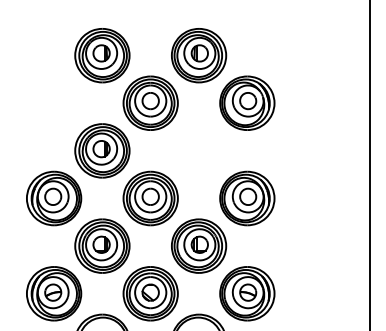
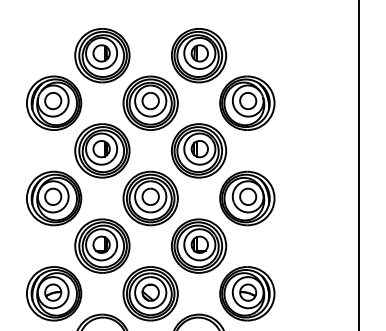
part at (54, 102): none -> present
part at (199, 150): none -> present
line at (370, 164) position: (370, 164) -> (359, 164)
